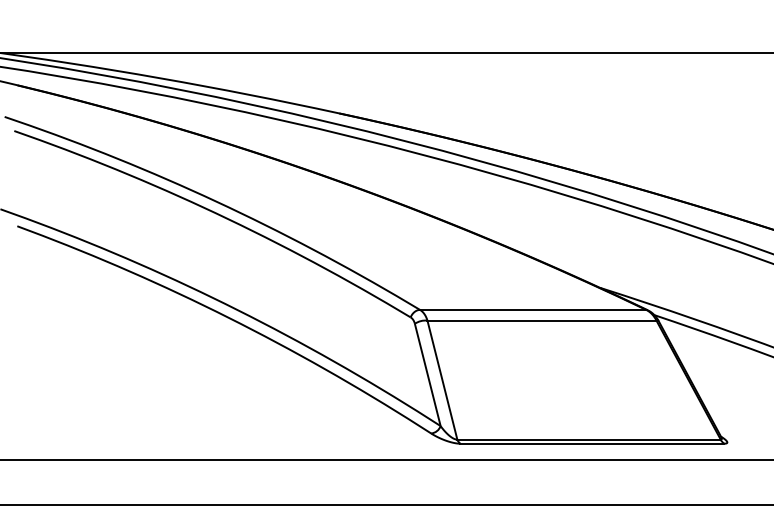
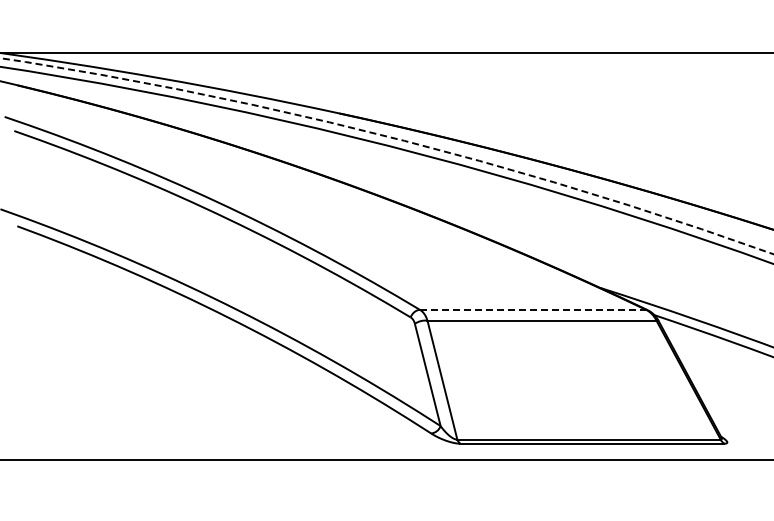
arc at (391, 137): solid -> dashed
line at (533, 309): solid -> dashed
line at (386, 505): present -> none
